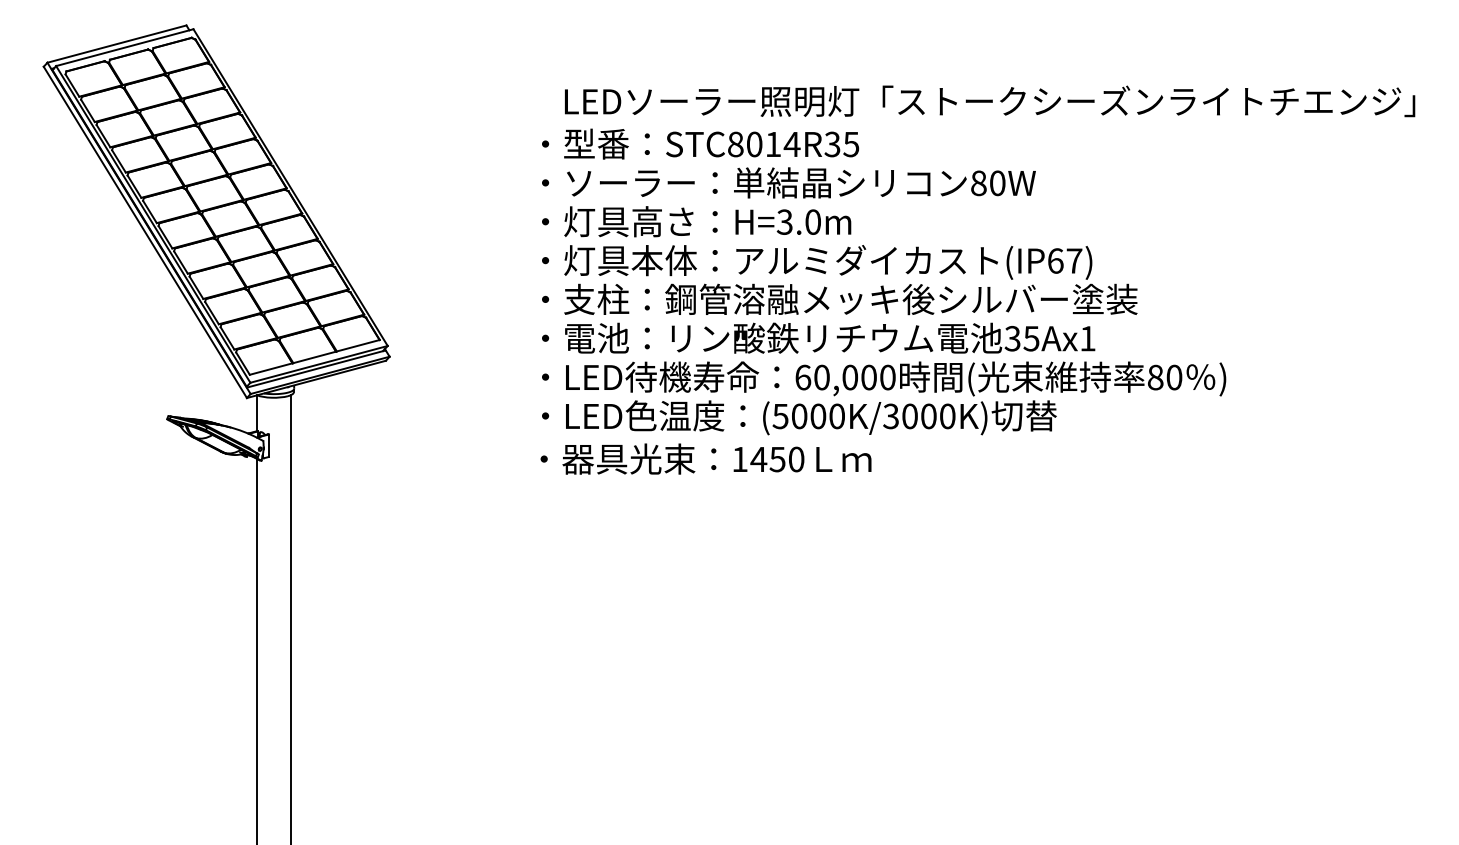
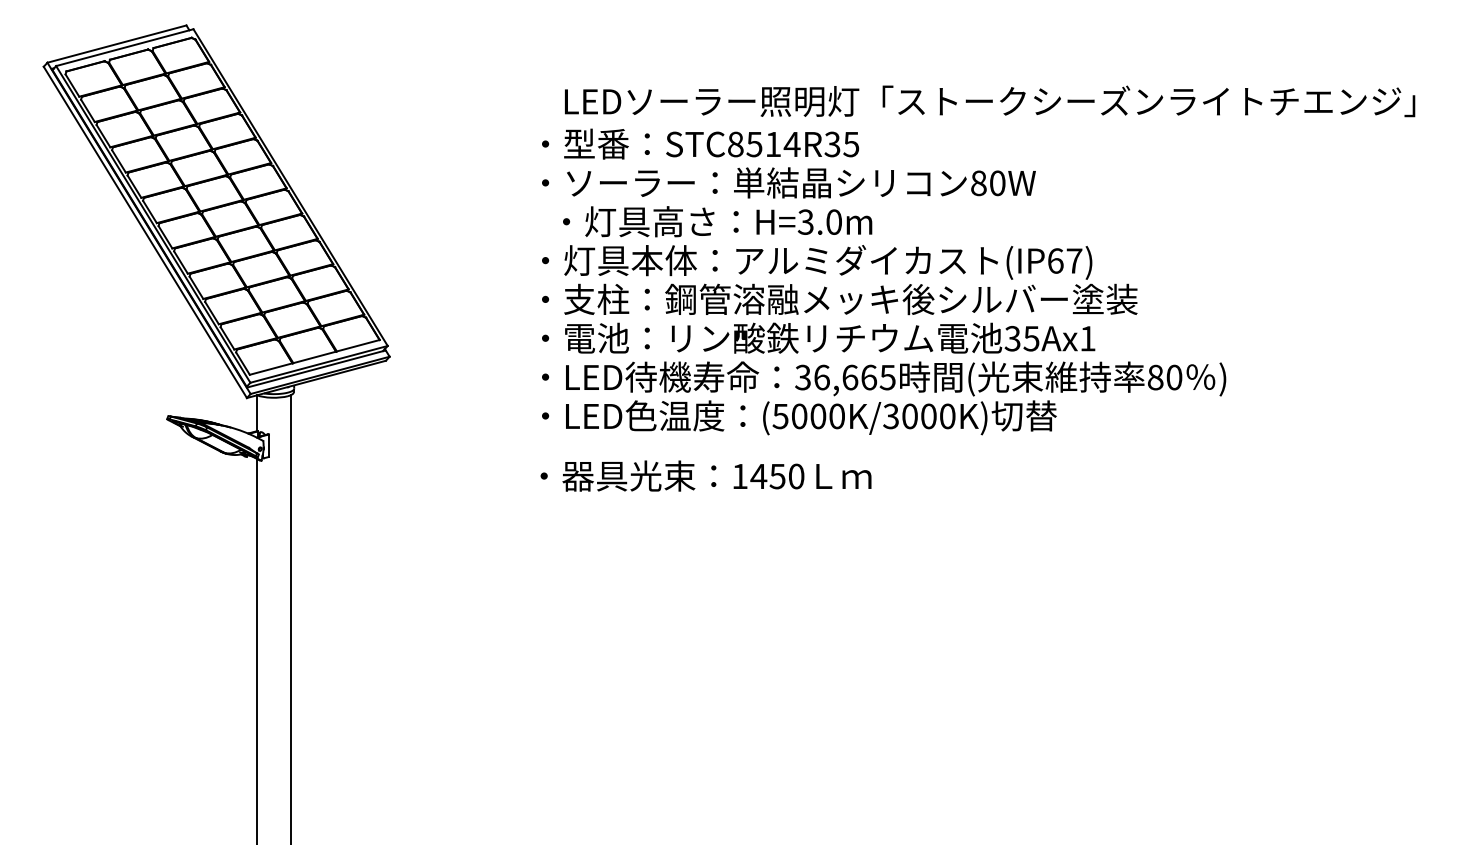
text at (754, 144): STC8014R35 -> STC8514R35
text at (696, 221) position: (696, 221) -> (717, 221)
text at (845, 377): 60,000 -> 36,665
text at (705, 458) position: (705, 458) -> (705, 475)
